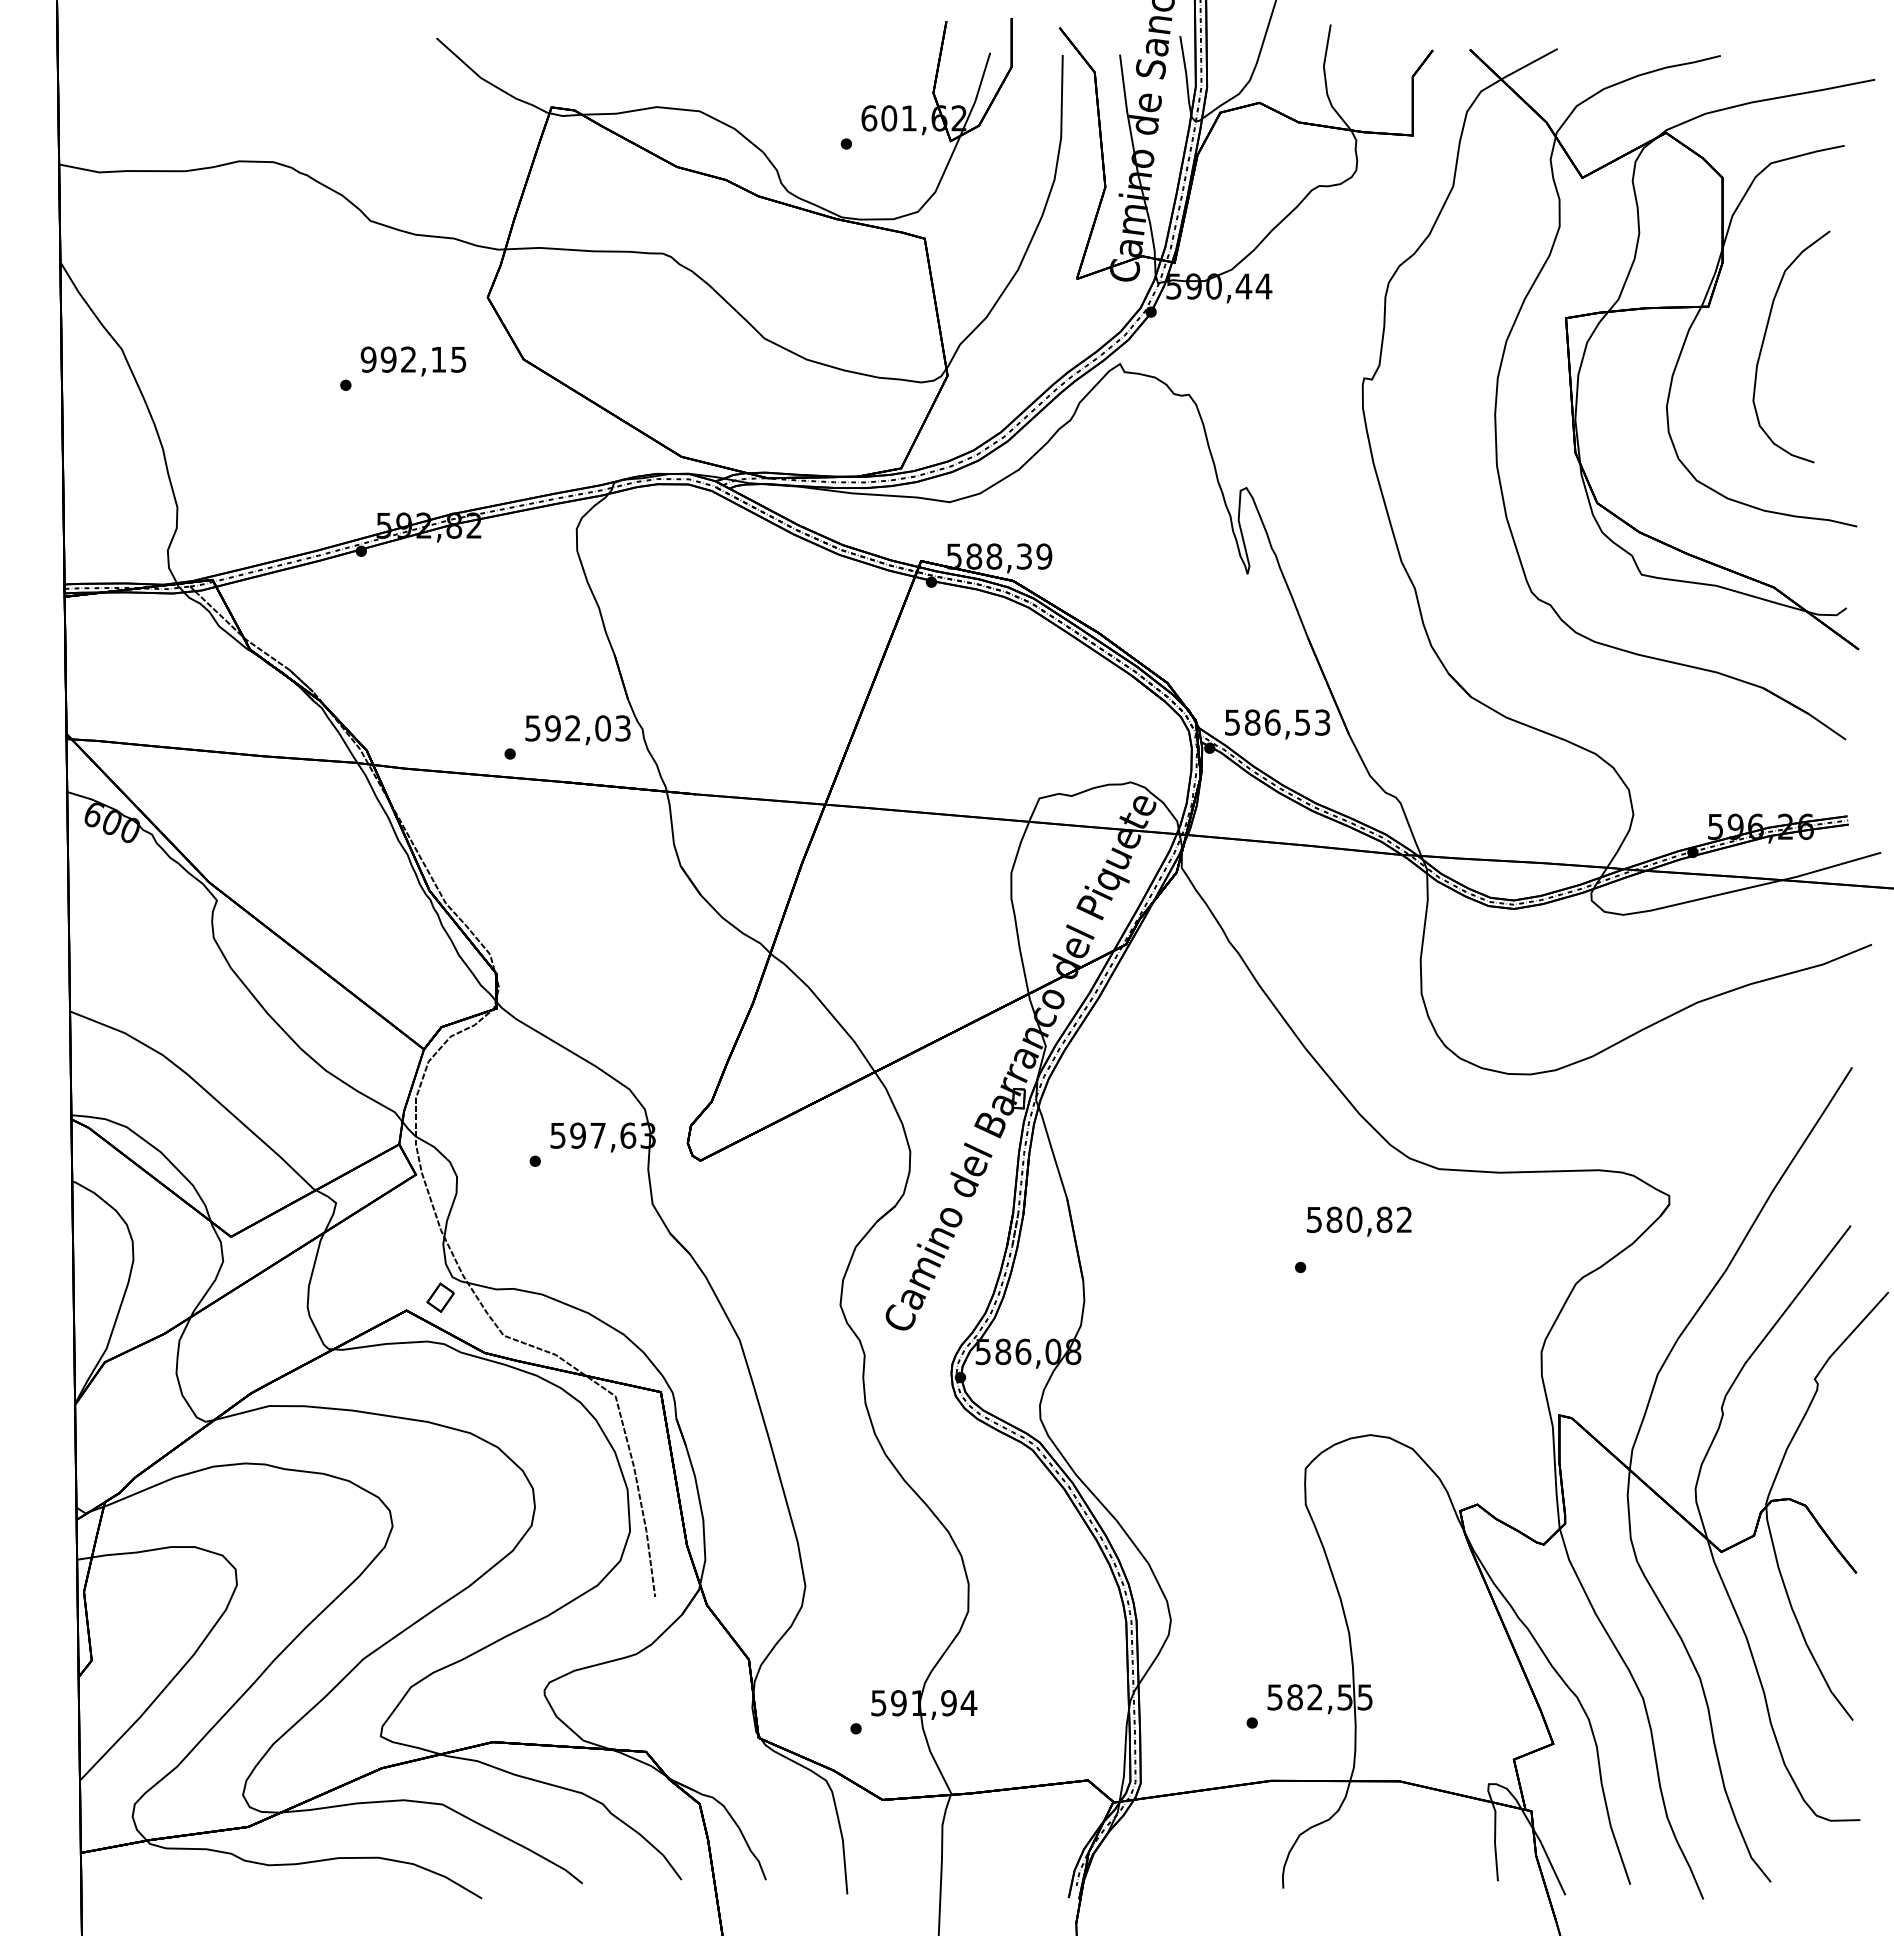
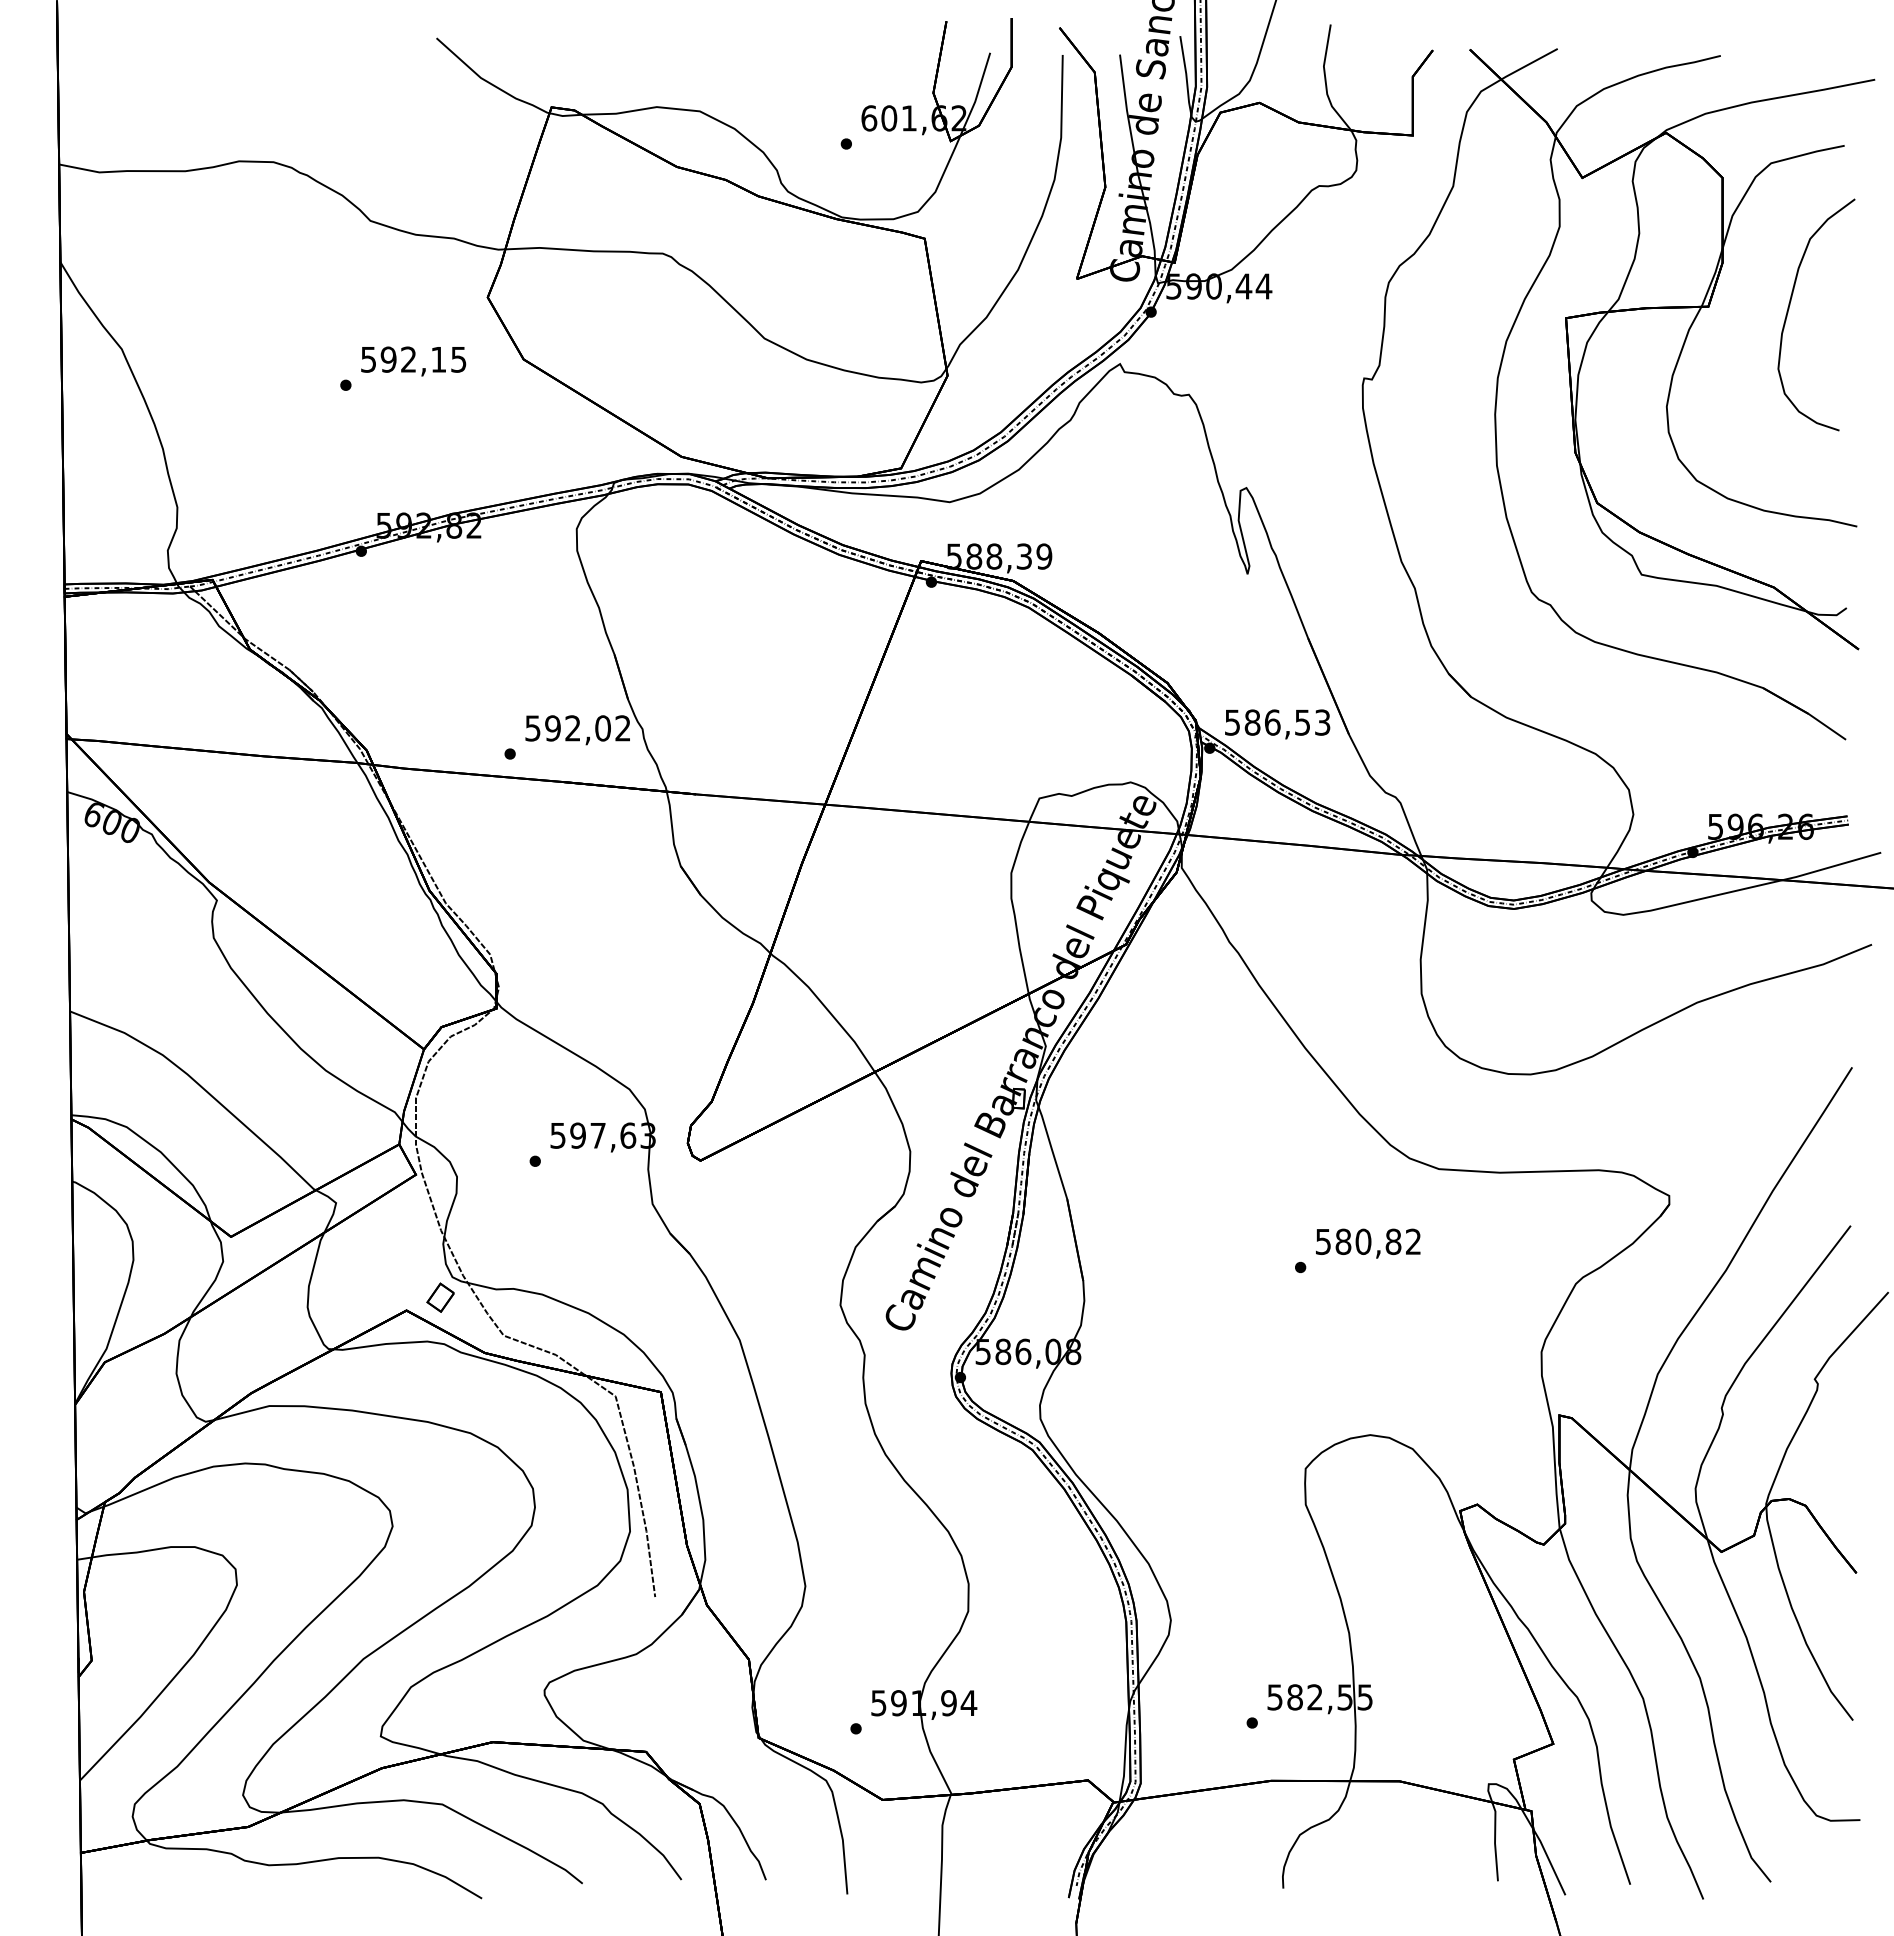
curve at (1764, 341) position: (1764, 341) -> (1789, 309)
text at (368, 359): 992,15 -> 592,15
text at (622, 728): 592,03 -> 592,02
text at (1359, 1221) position: (1359, 1221) -> (1368, 1243)
